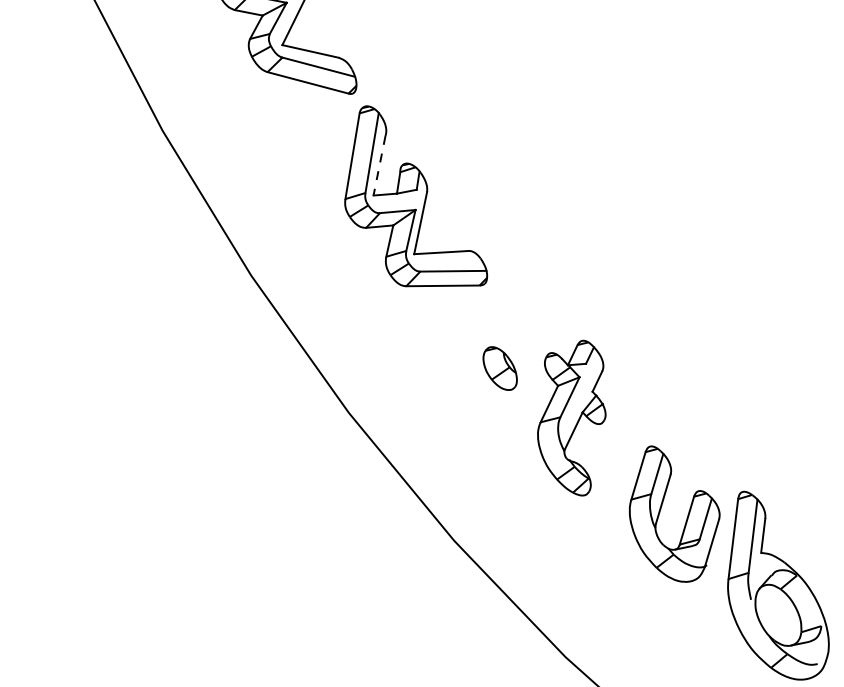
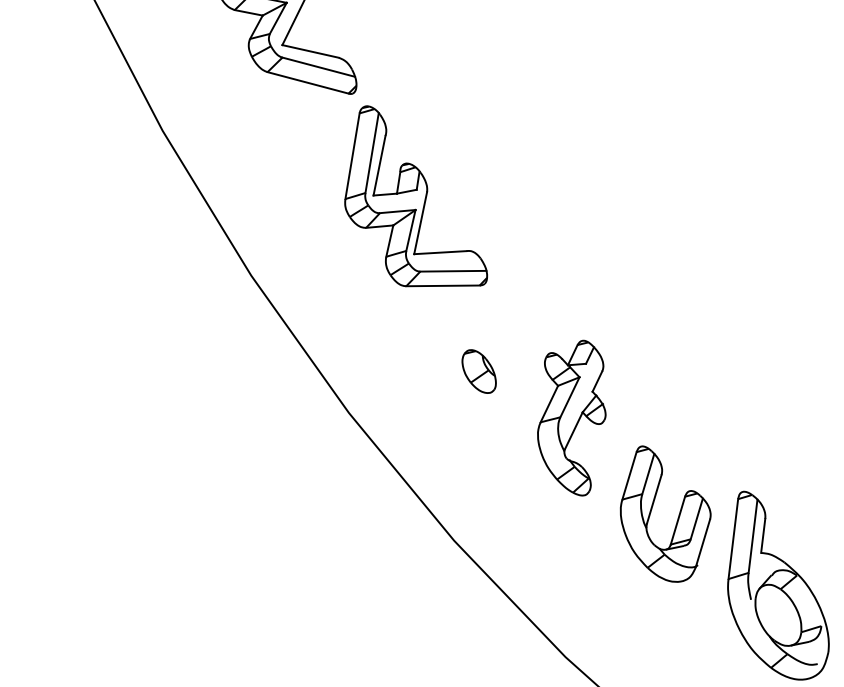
line at (379, 166): dashed -> solid
part at (499, 368) position: (499, 368) -> (478, 371)
part at (686, 518) position: (686, 518) -> (677, 518)
